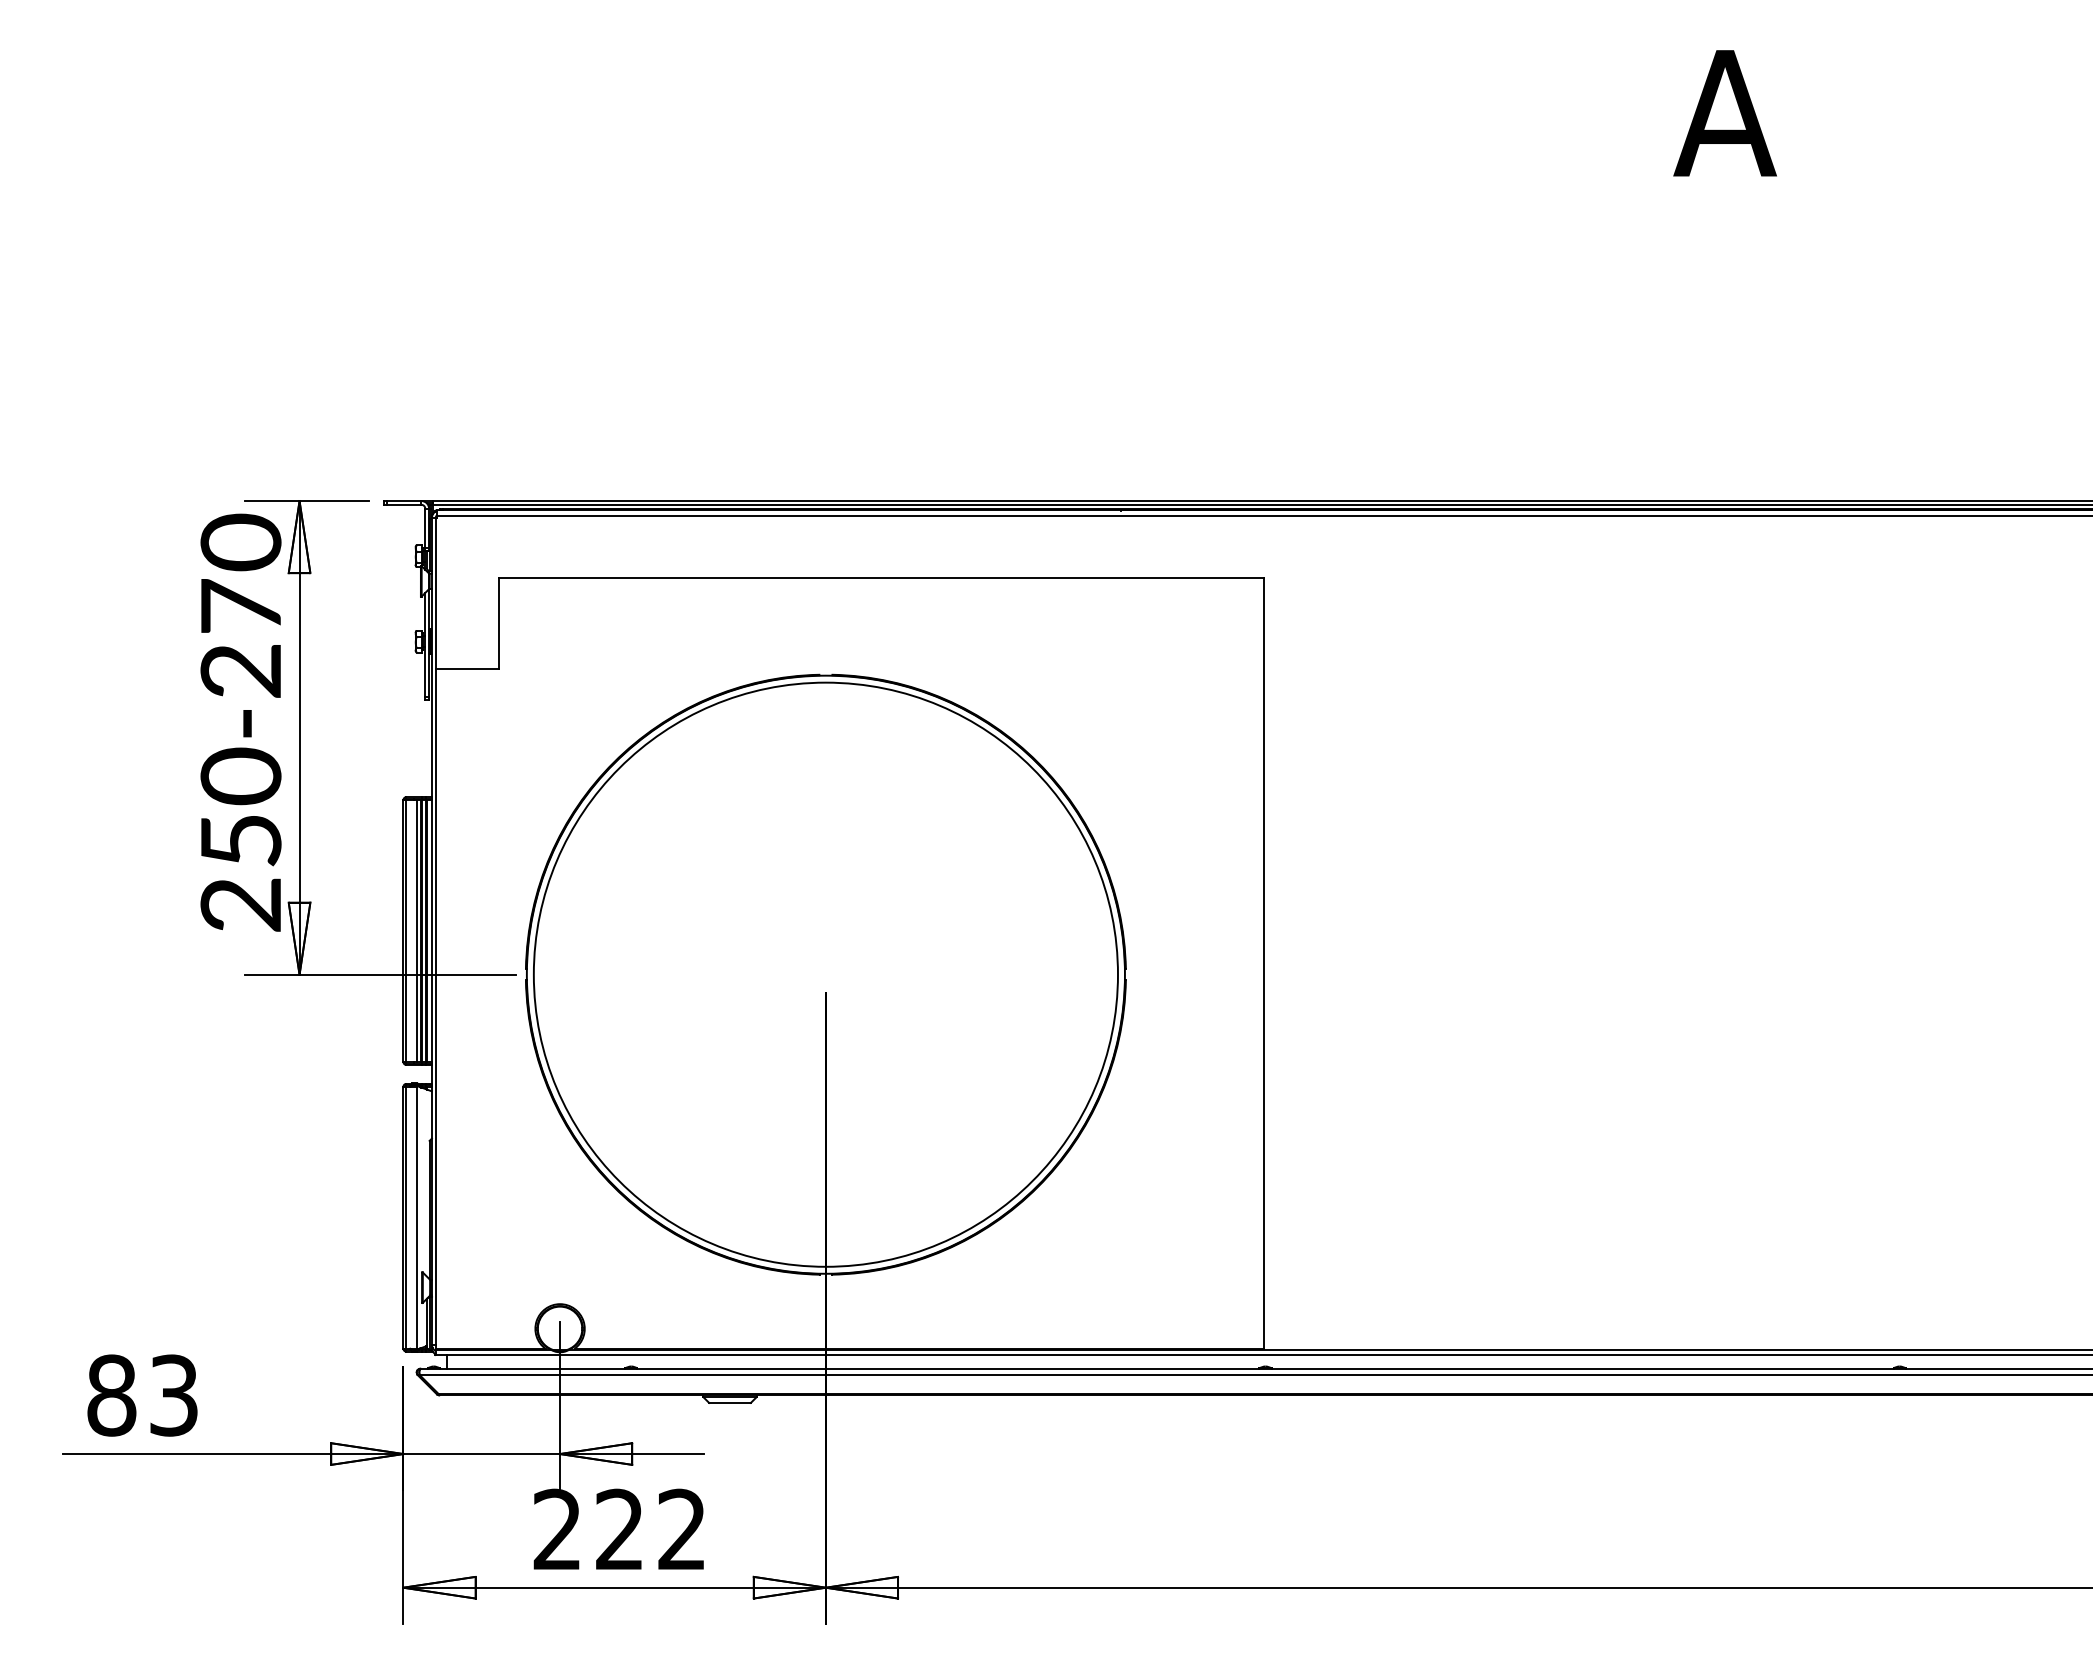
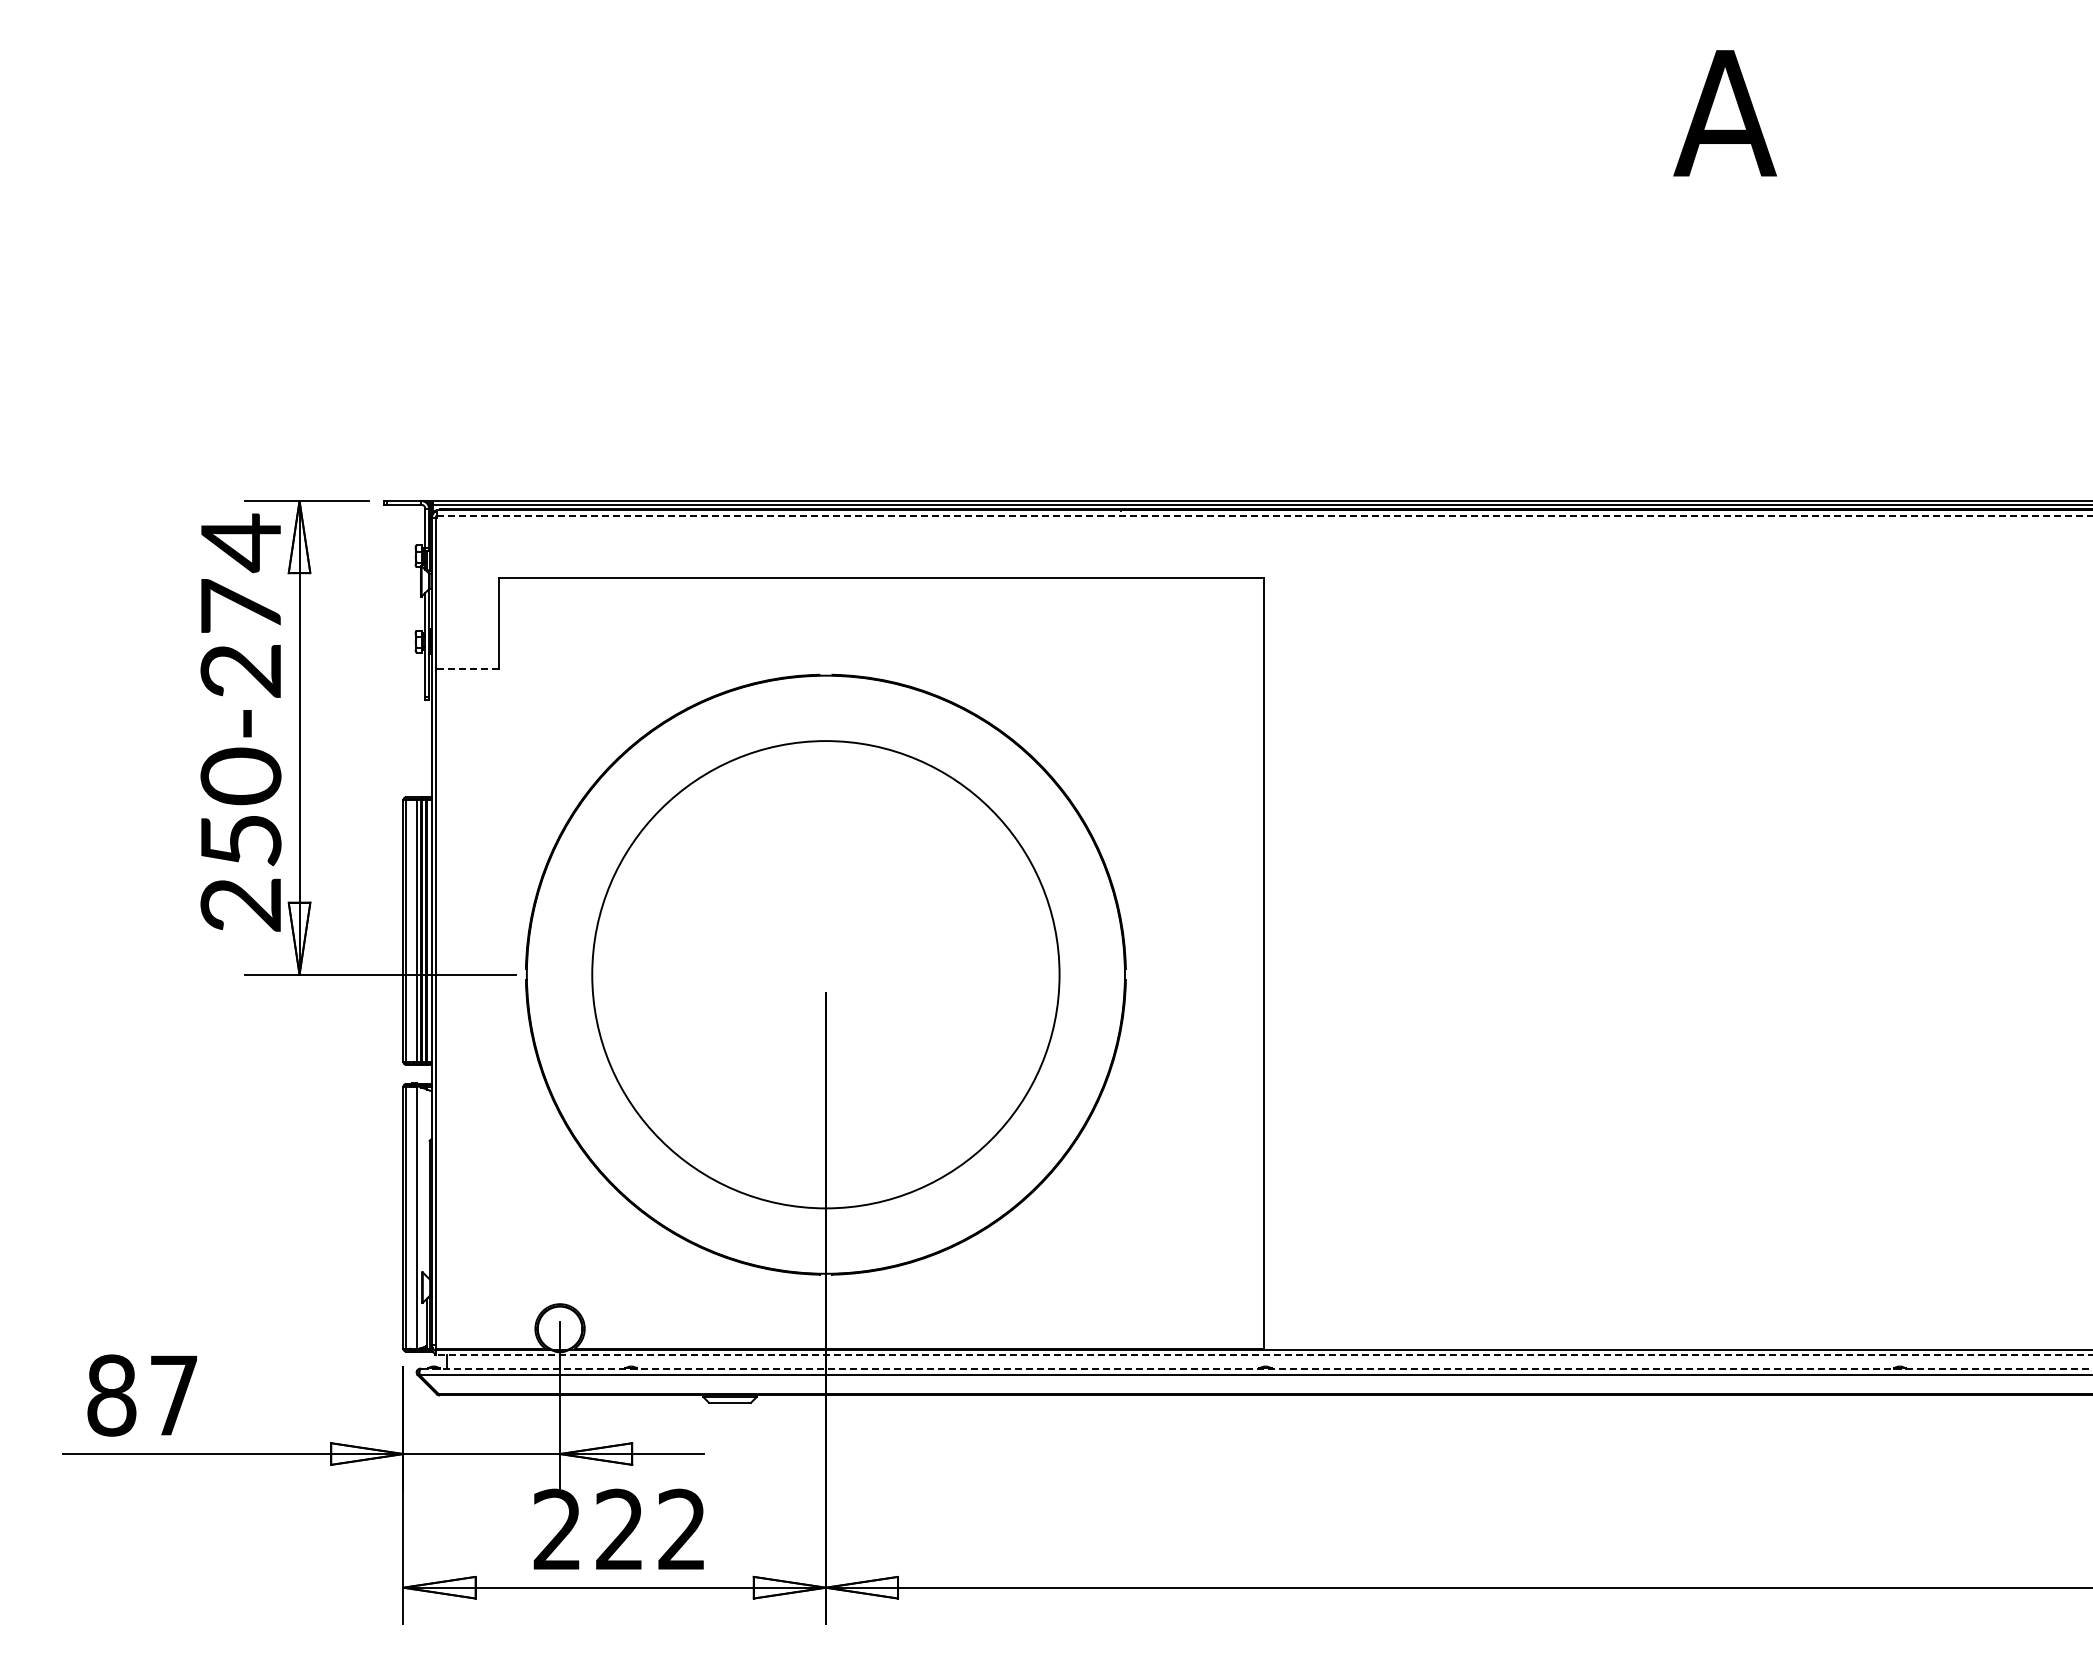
line at (1264, 516): solid -> dashed
text at (240, 543): 250-270 -> 250-274
line at (467, 669): solid -> dashed
circle at (825, 974) diameter: 584 px -> 467 px
line at (1263, 1355): solid -> dashed
line at (1257, 1368): solid -> dashed
text at (173, 1395): 83 -> 87
